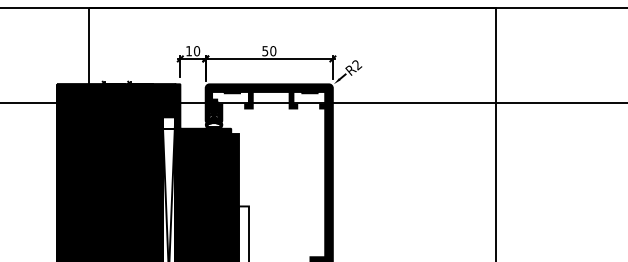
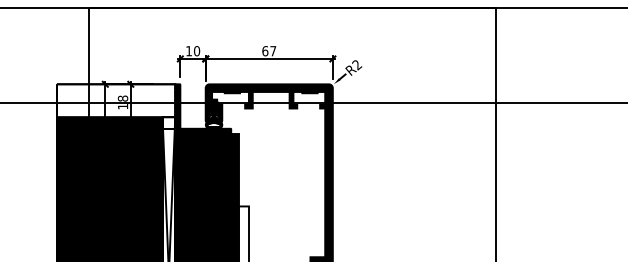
text at (269, 51): 50 -> 67
fill at (115, 100): present -> none
